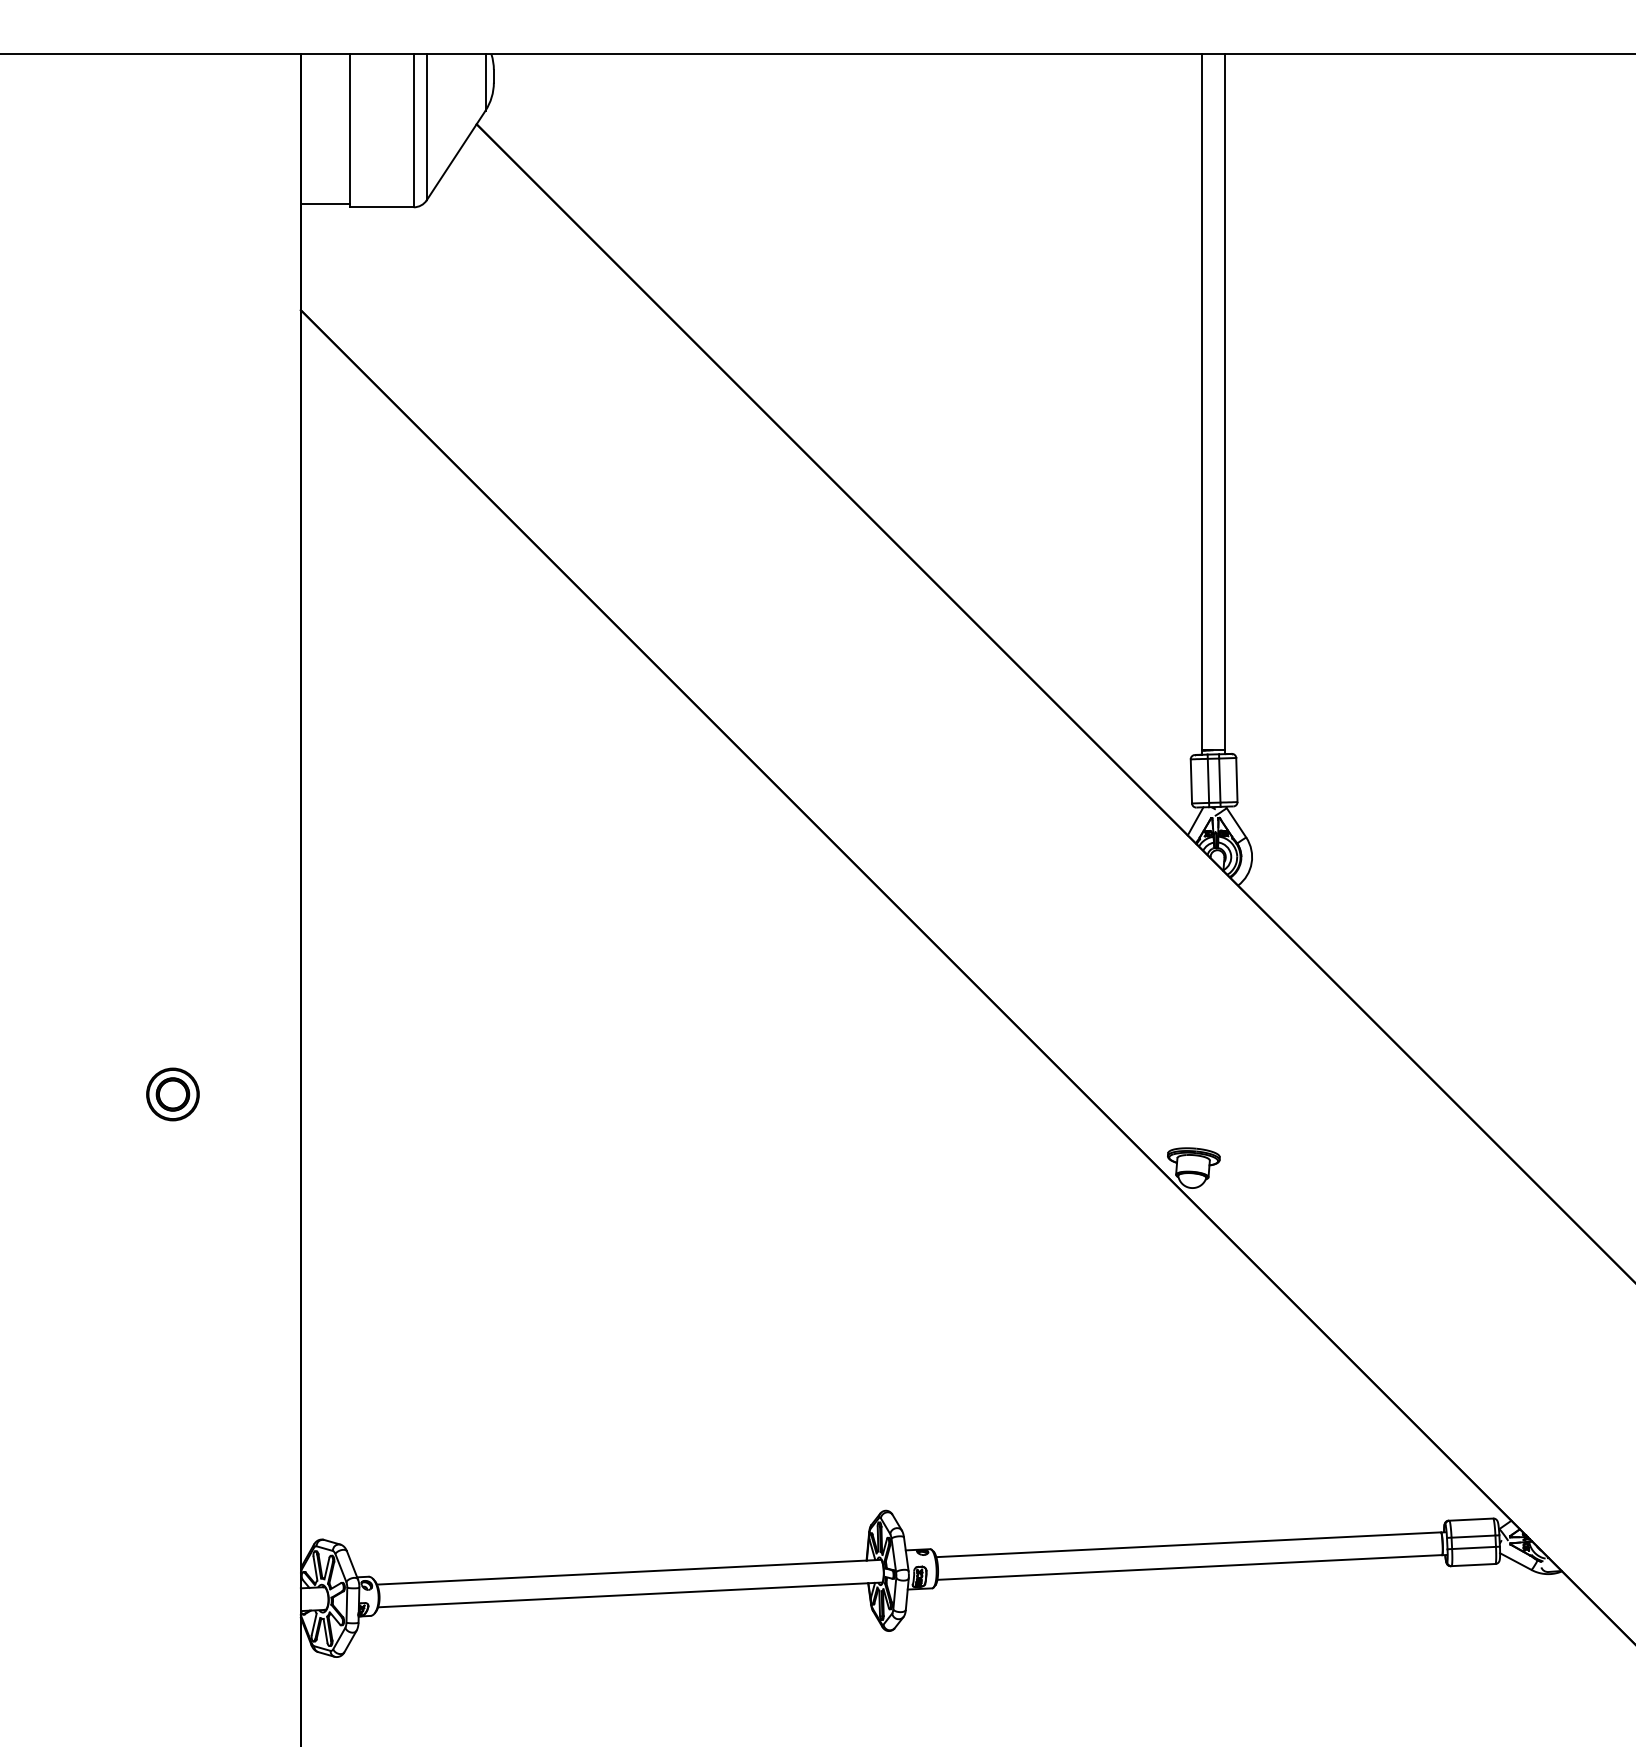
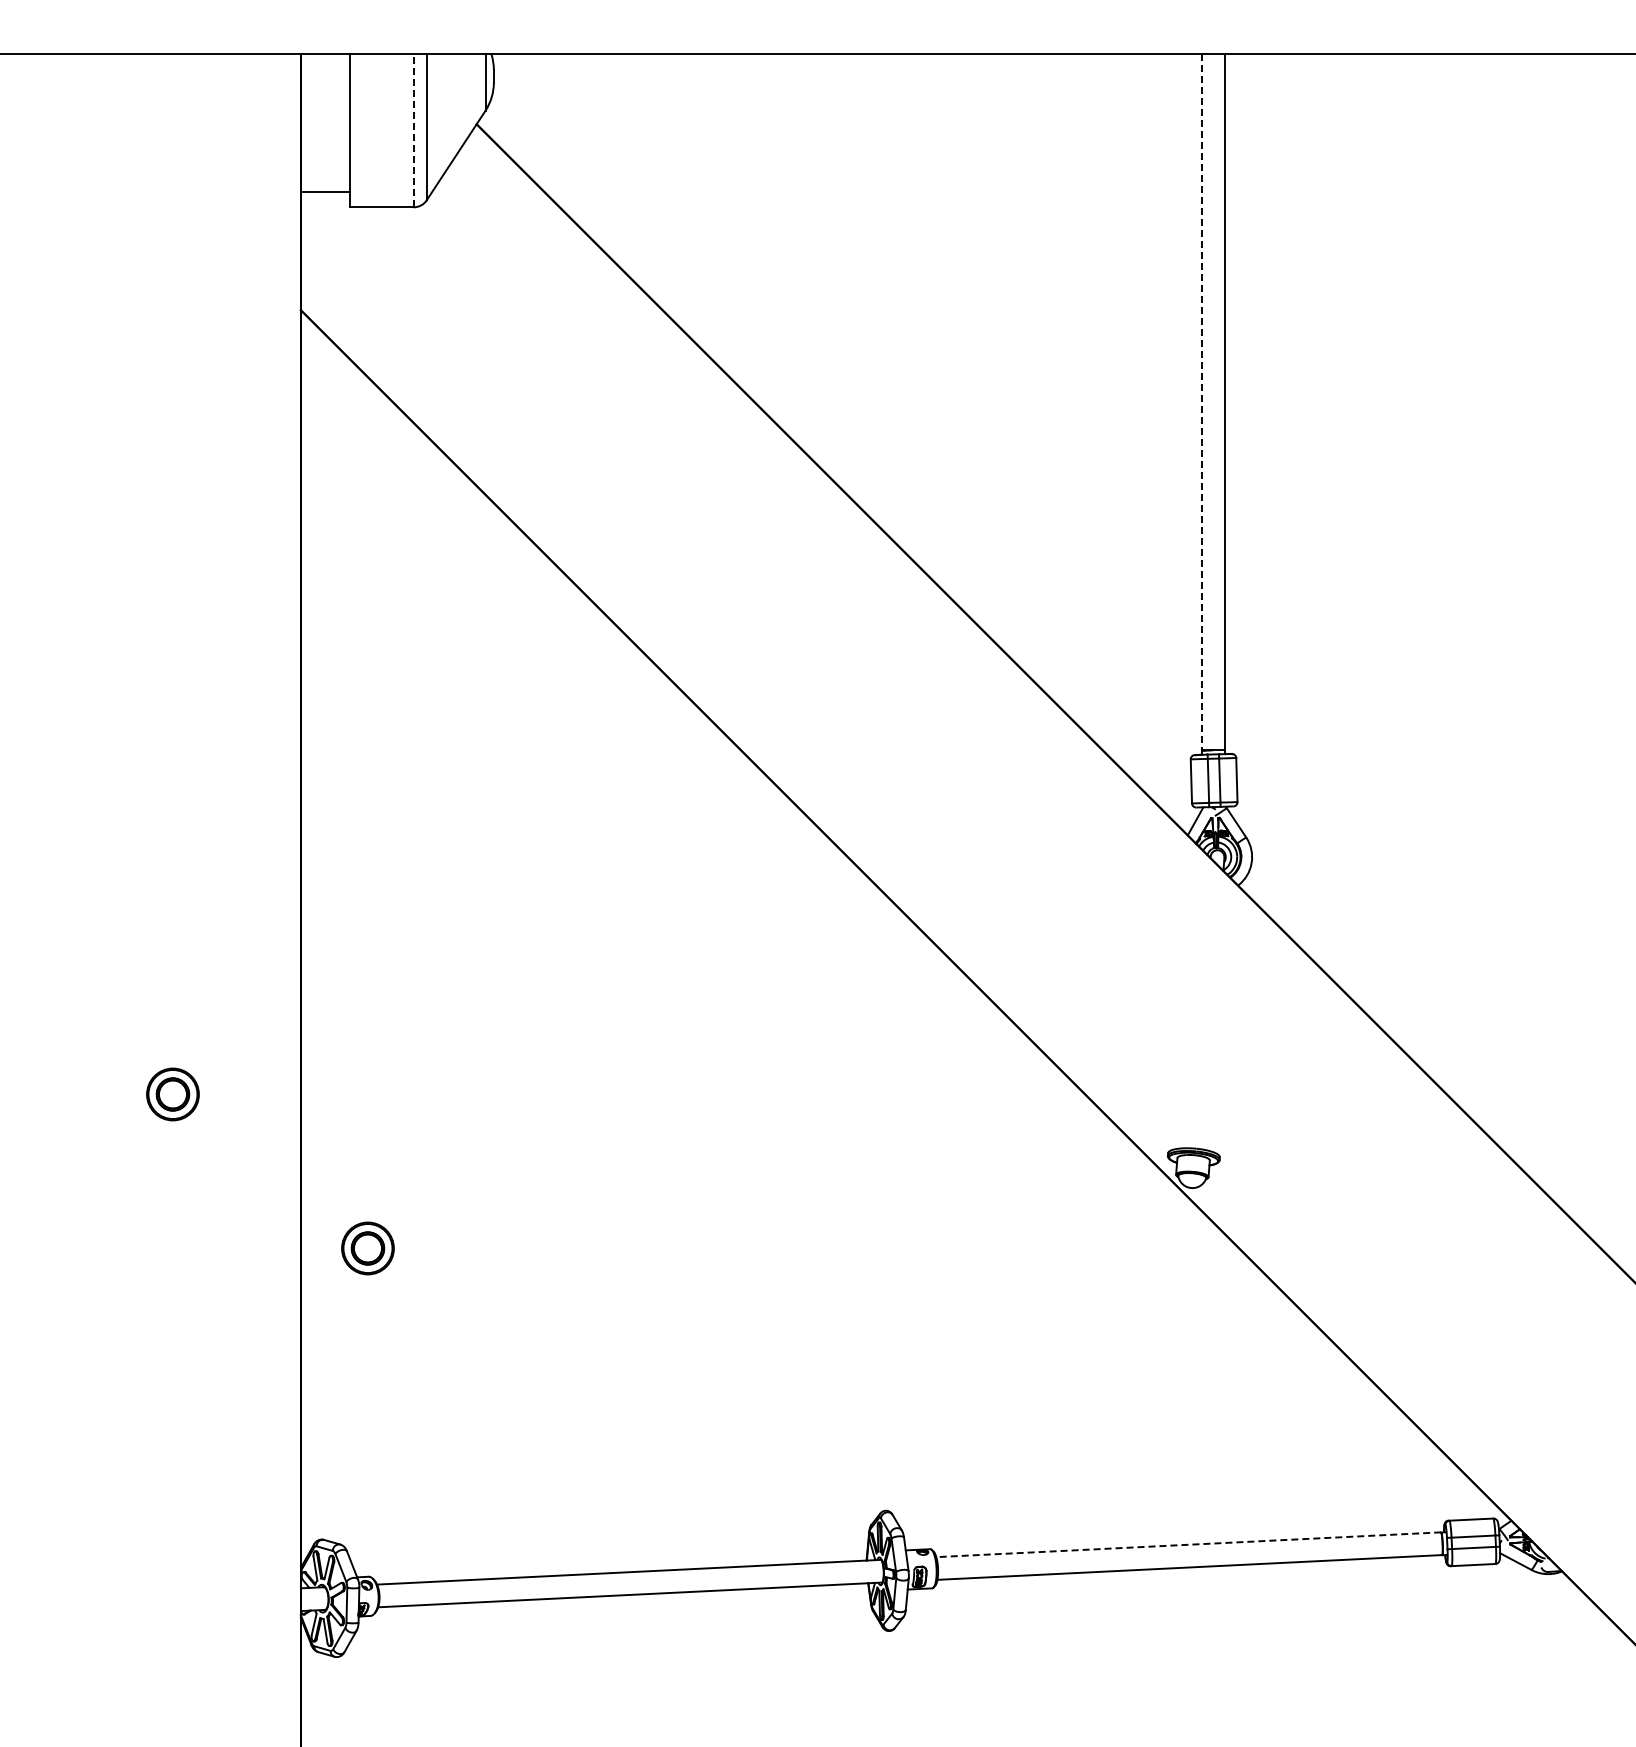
line at (413, 130): solid -> dashed
line at (325, 204) position: (325, 204) -> (325, 192)
line at (1202, 402): solid -> dashed
part at (367, 1248): none -> present
line at (1188, 1544): solid -> dashed
